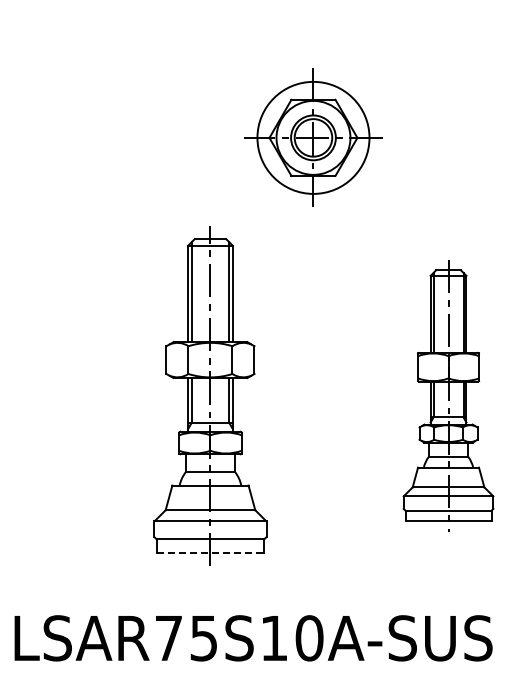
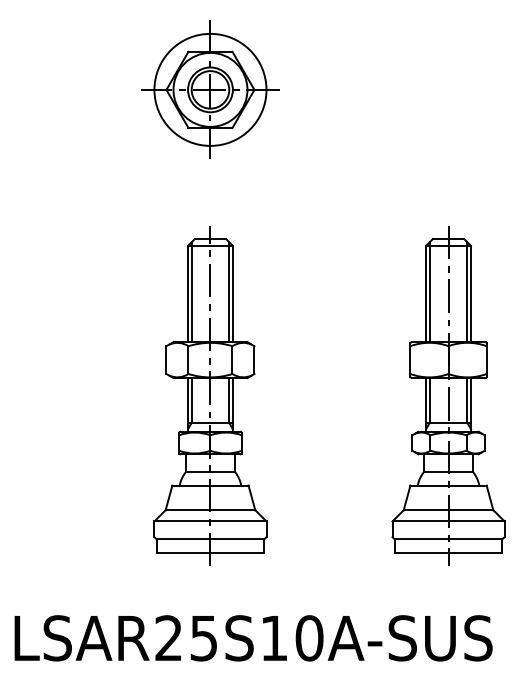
part at (313, 137) position: (313, 137) -> (210, 89)
part at (448, 395) size: 93x272 px -> 115x340 px
line at (210, 552): dashed -> solid
text at (168, 637): LSAR75S10A-SUS -> LSAR25S10A-SUS
